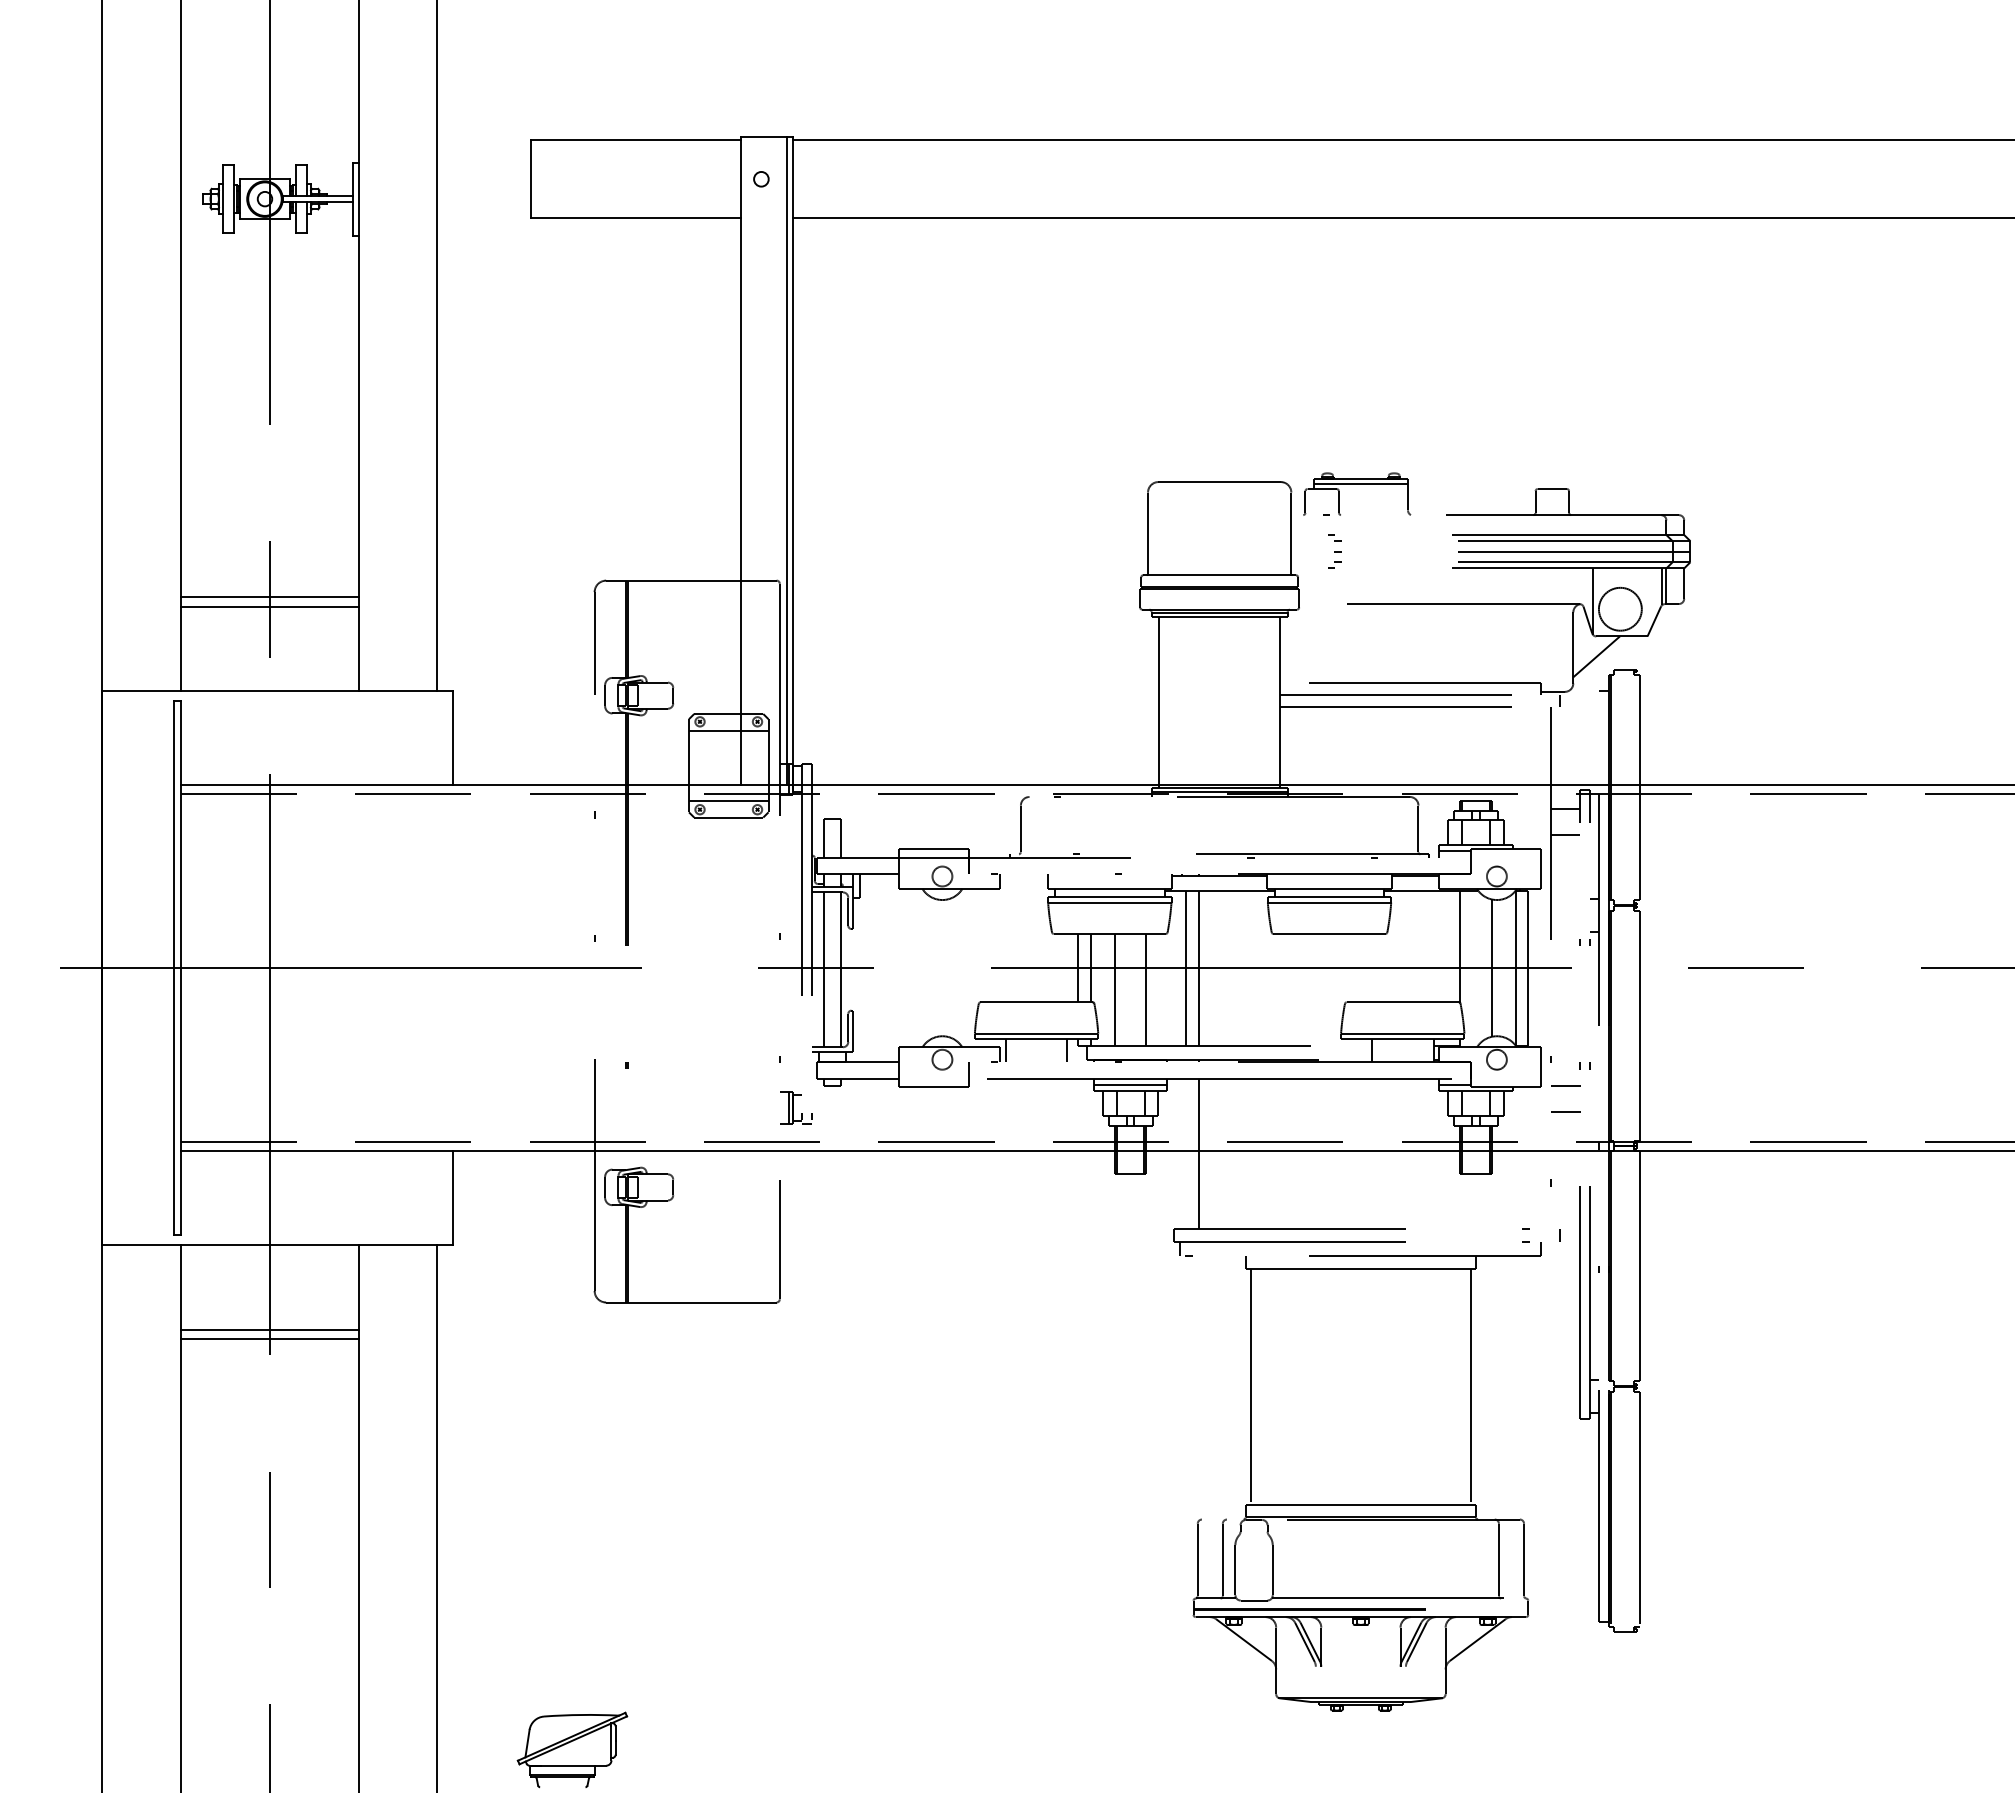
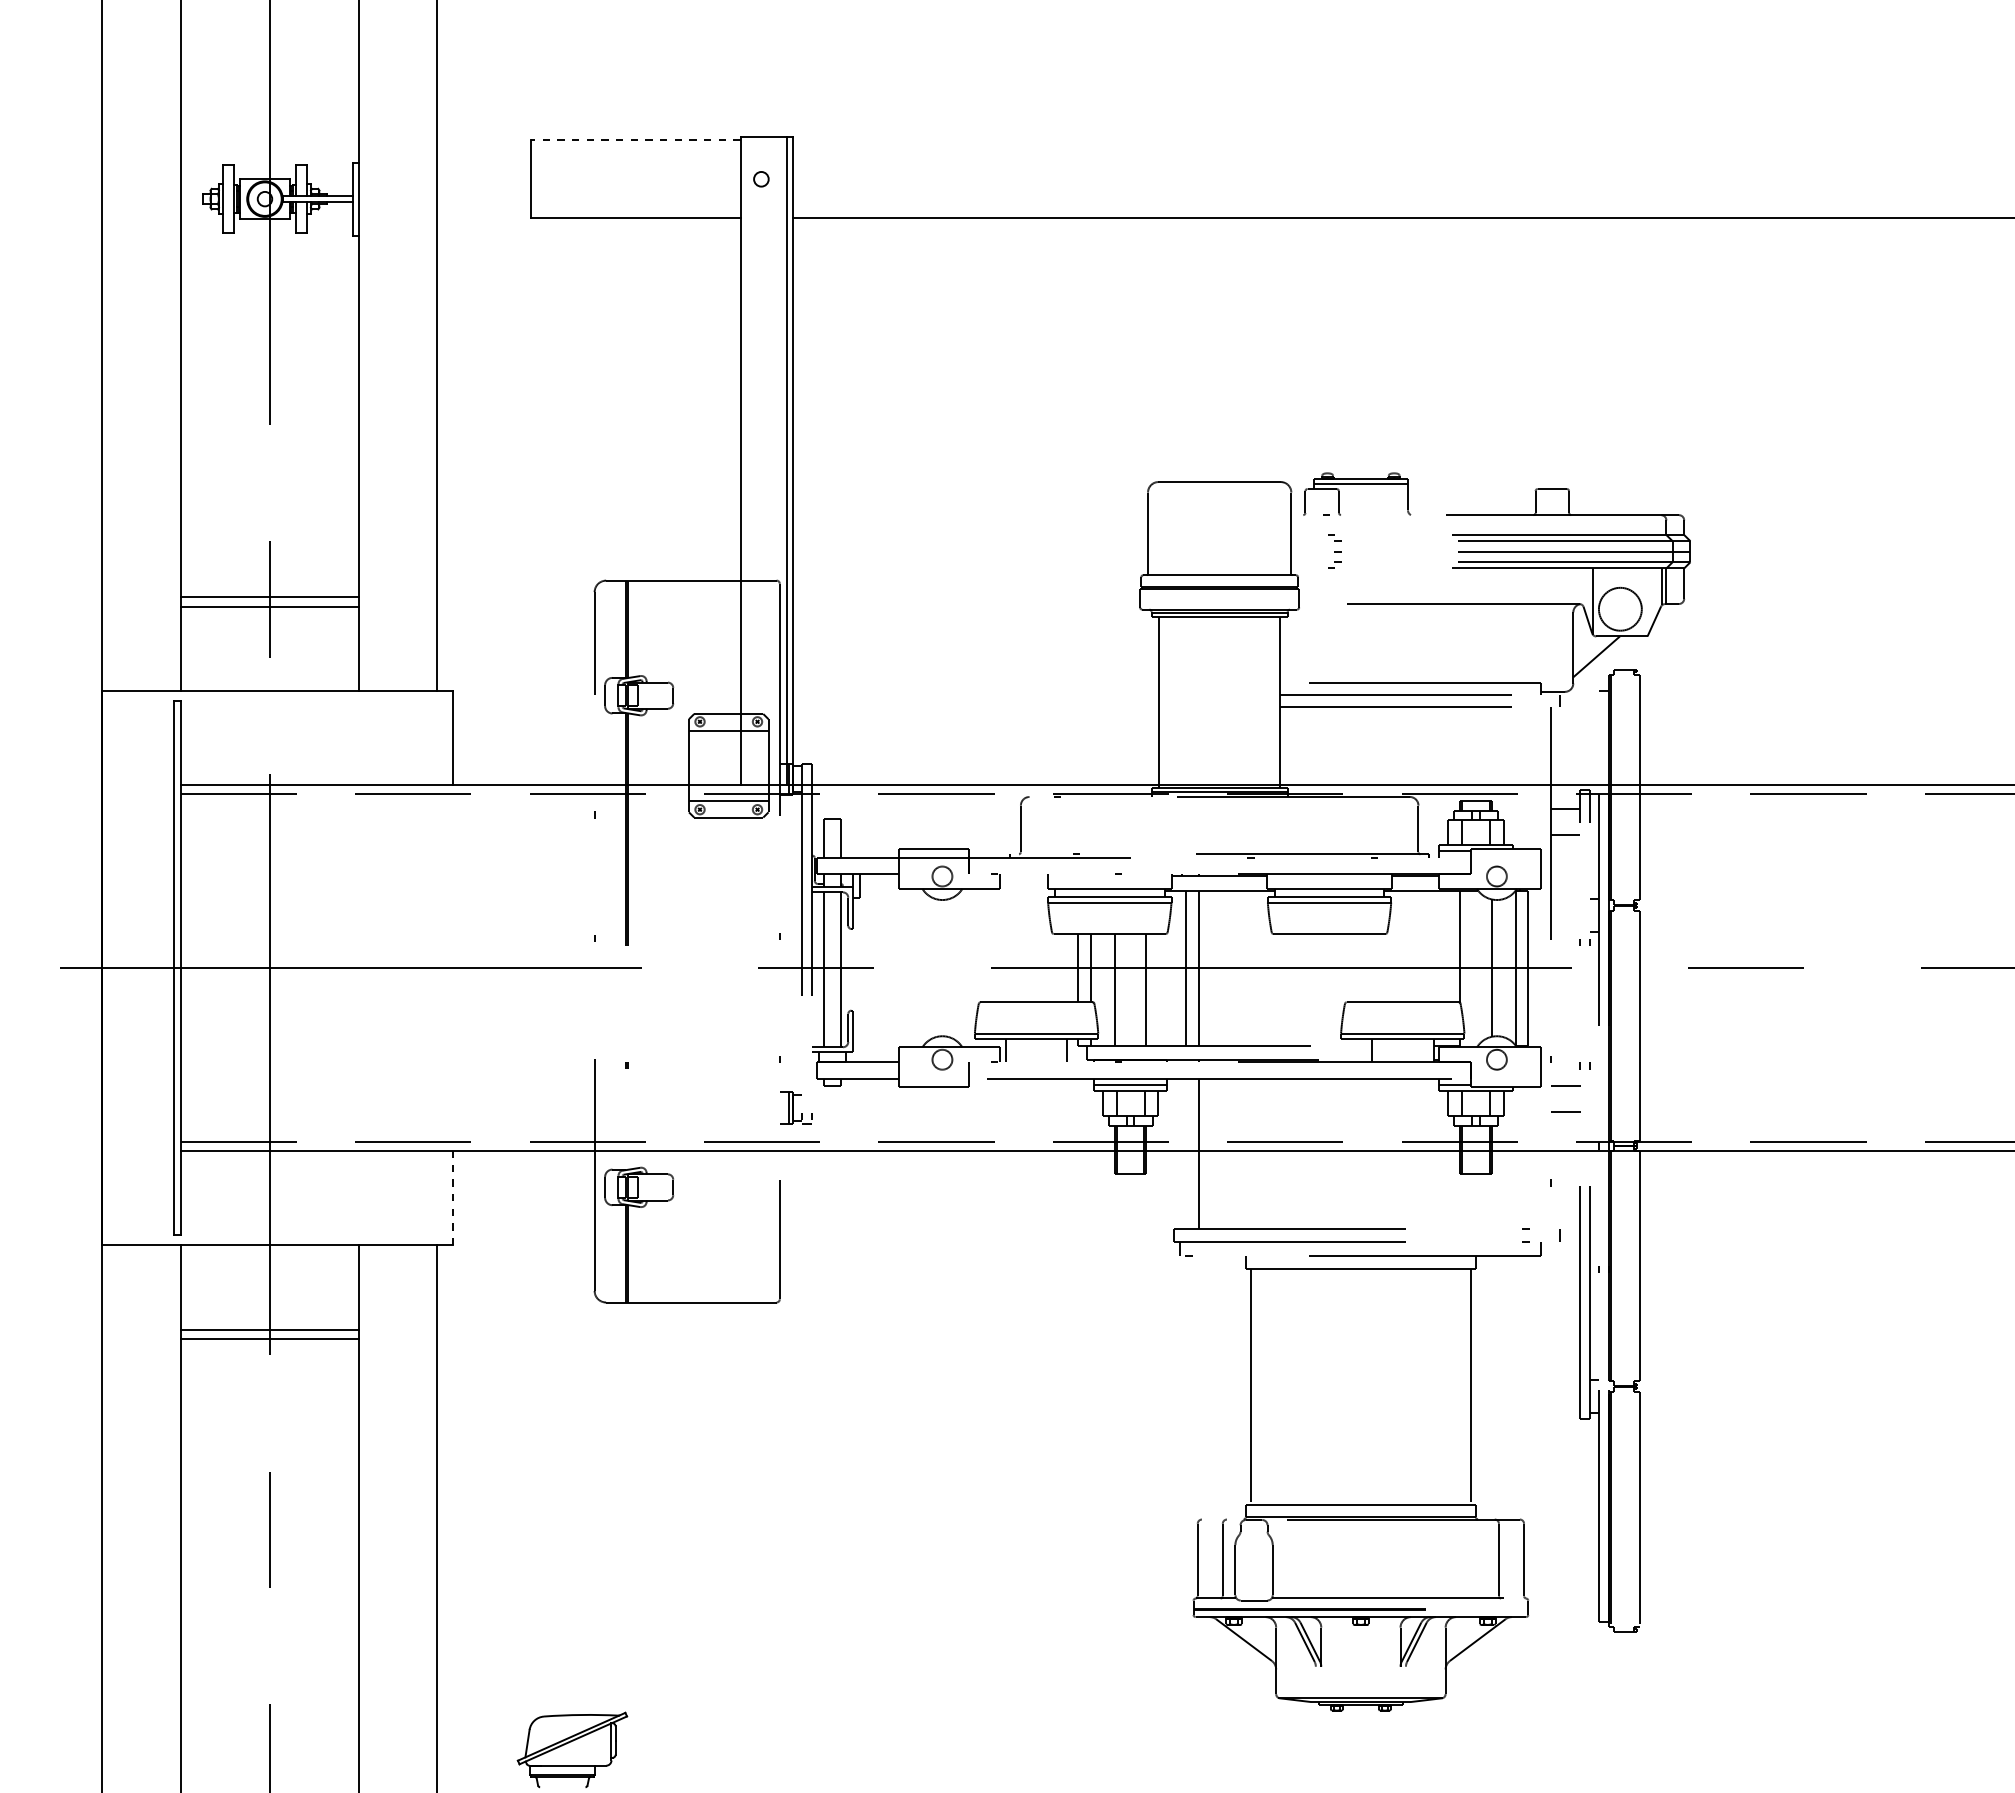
line at (635, 140): solid -> dashed
line at (1401, 140): present -> none
line at (452, 1197): solid -> dashed
